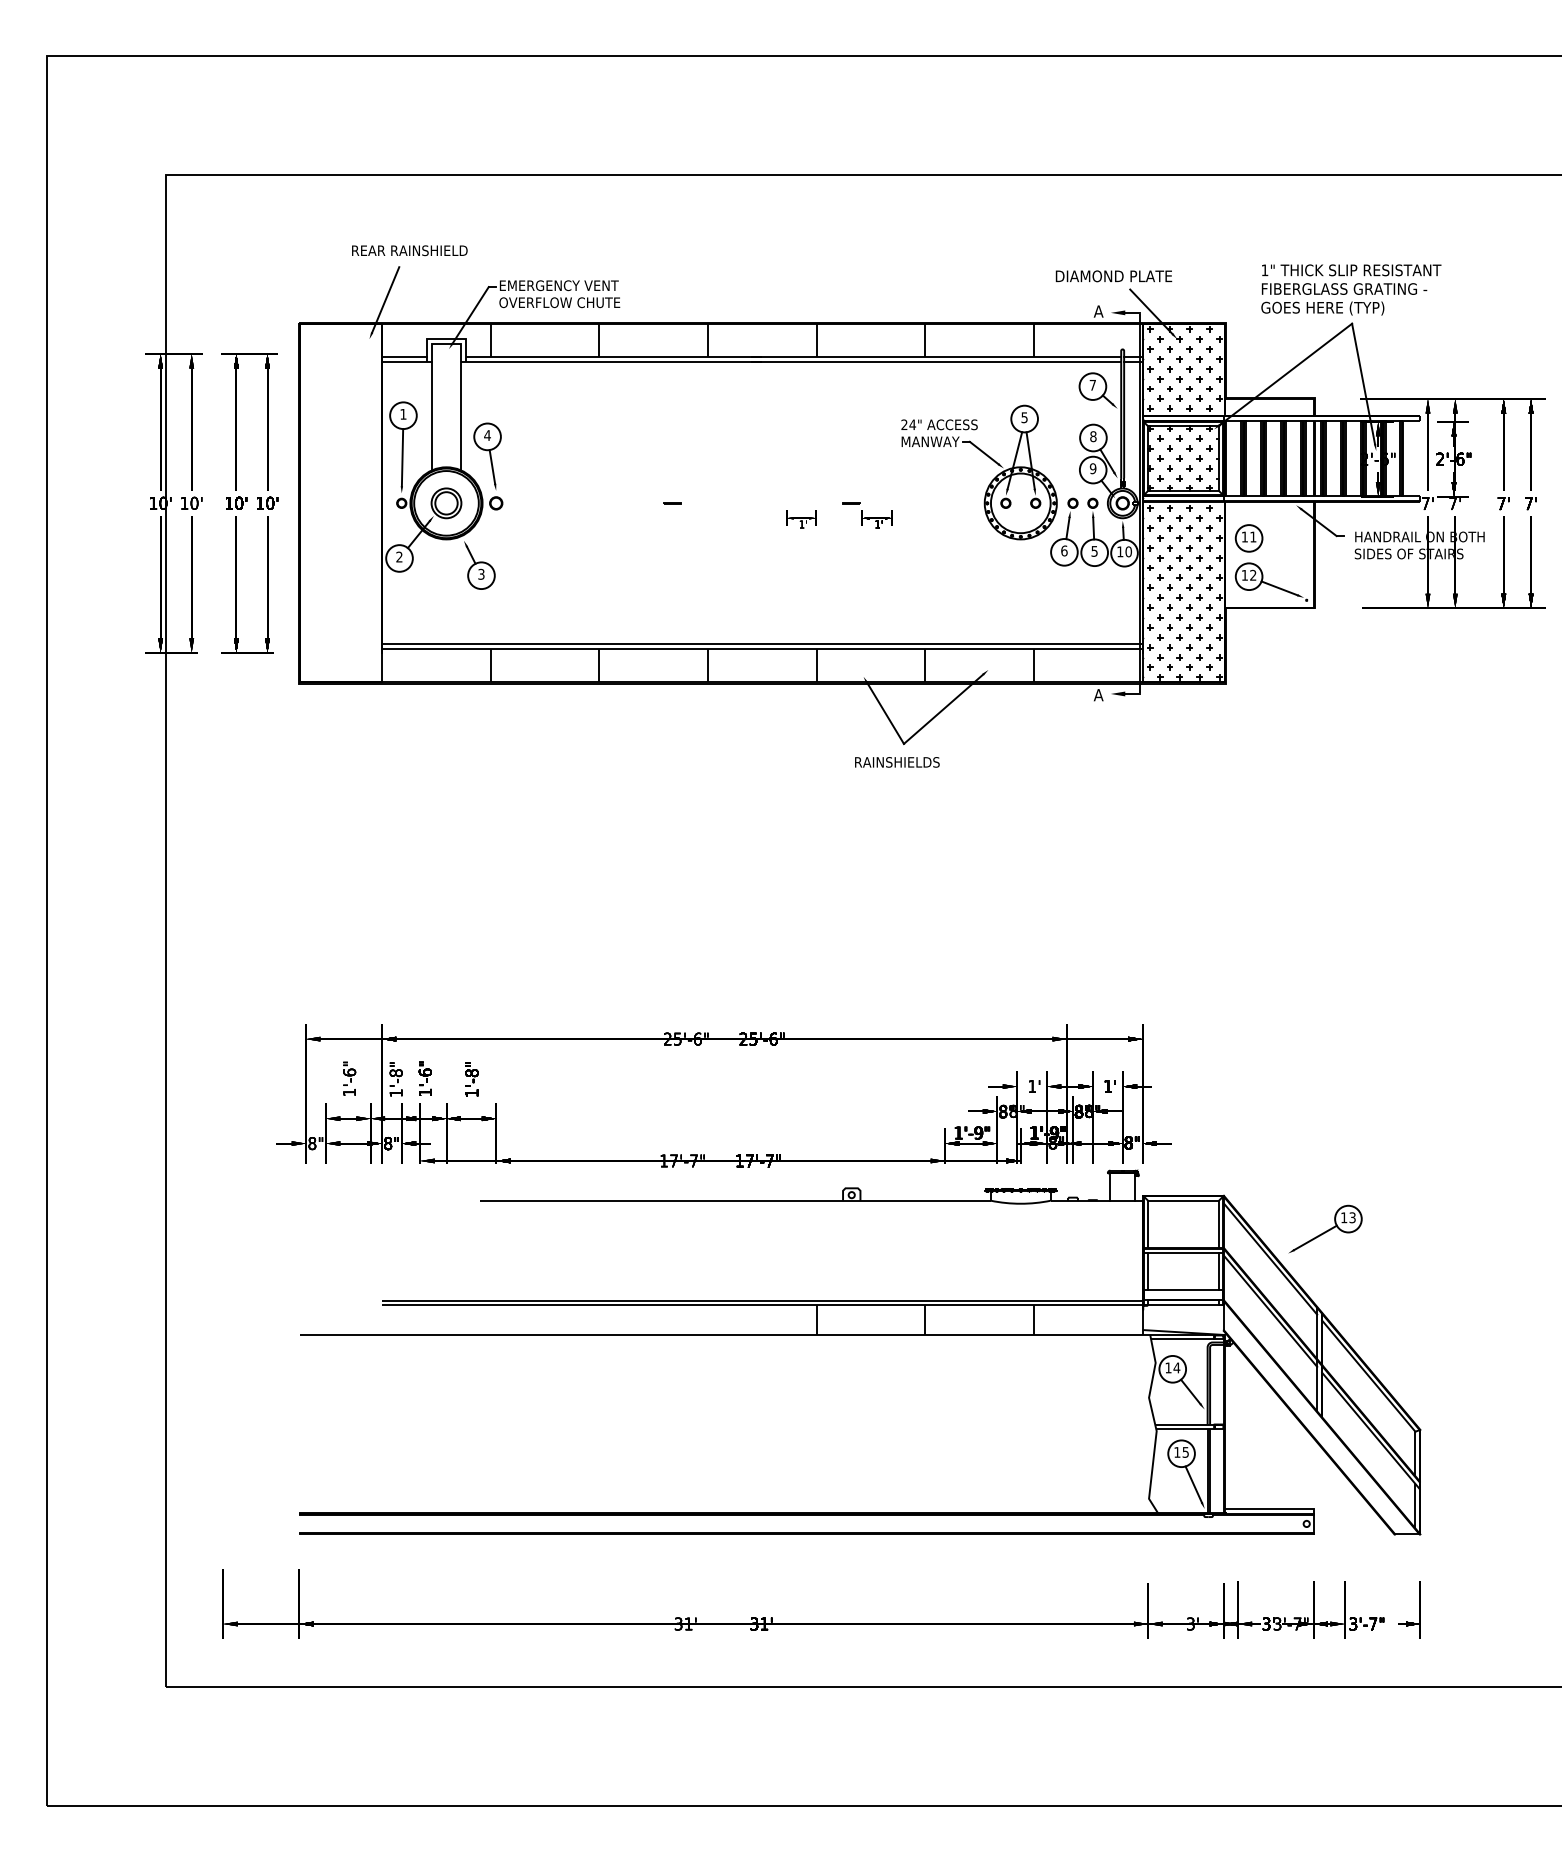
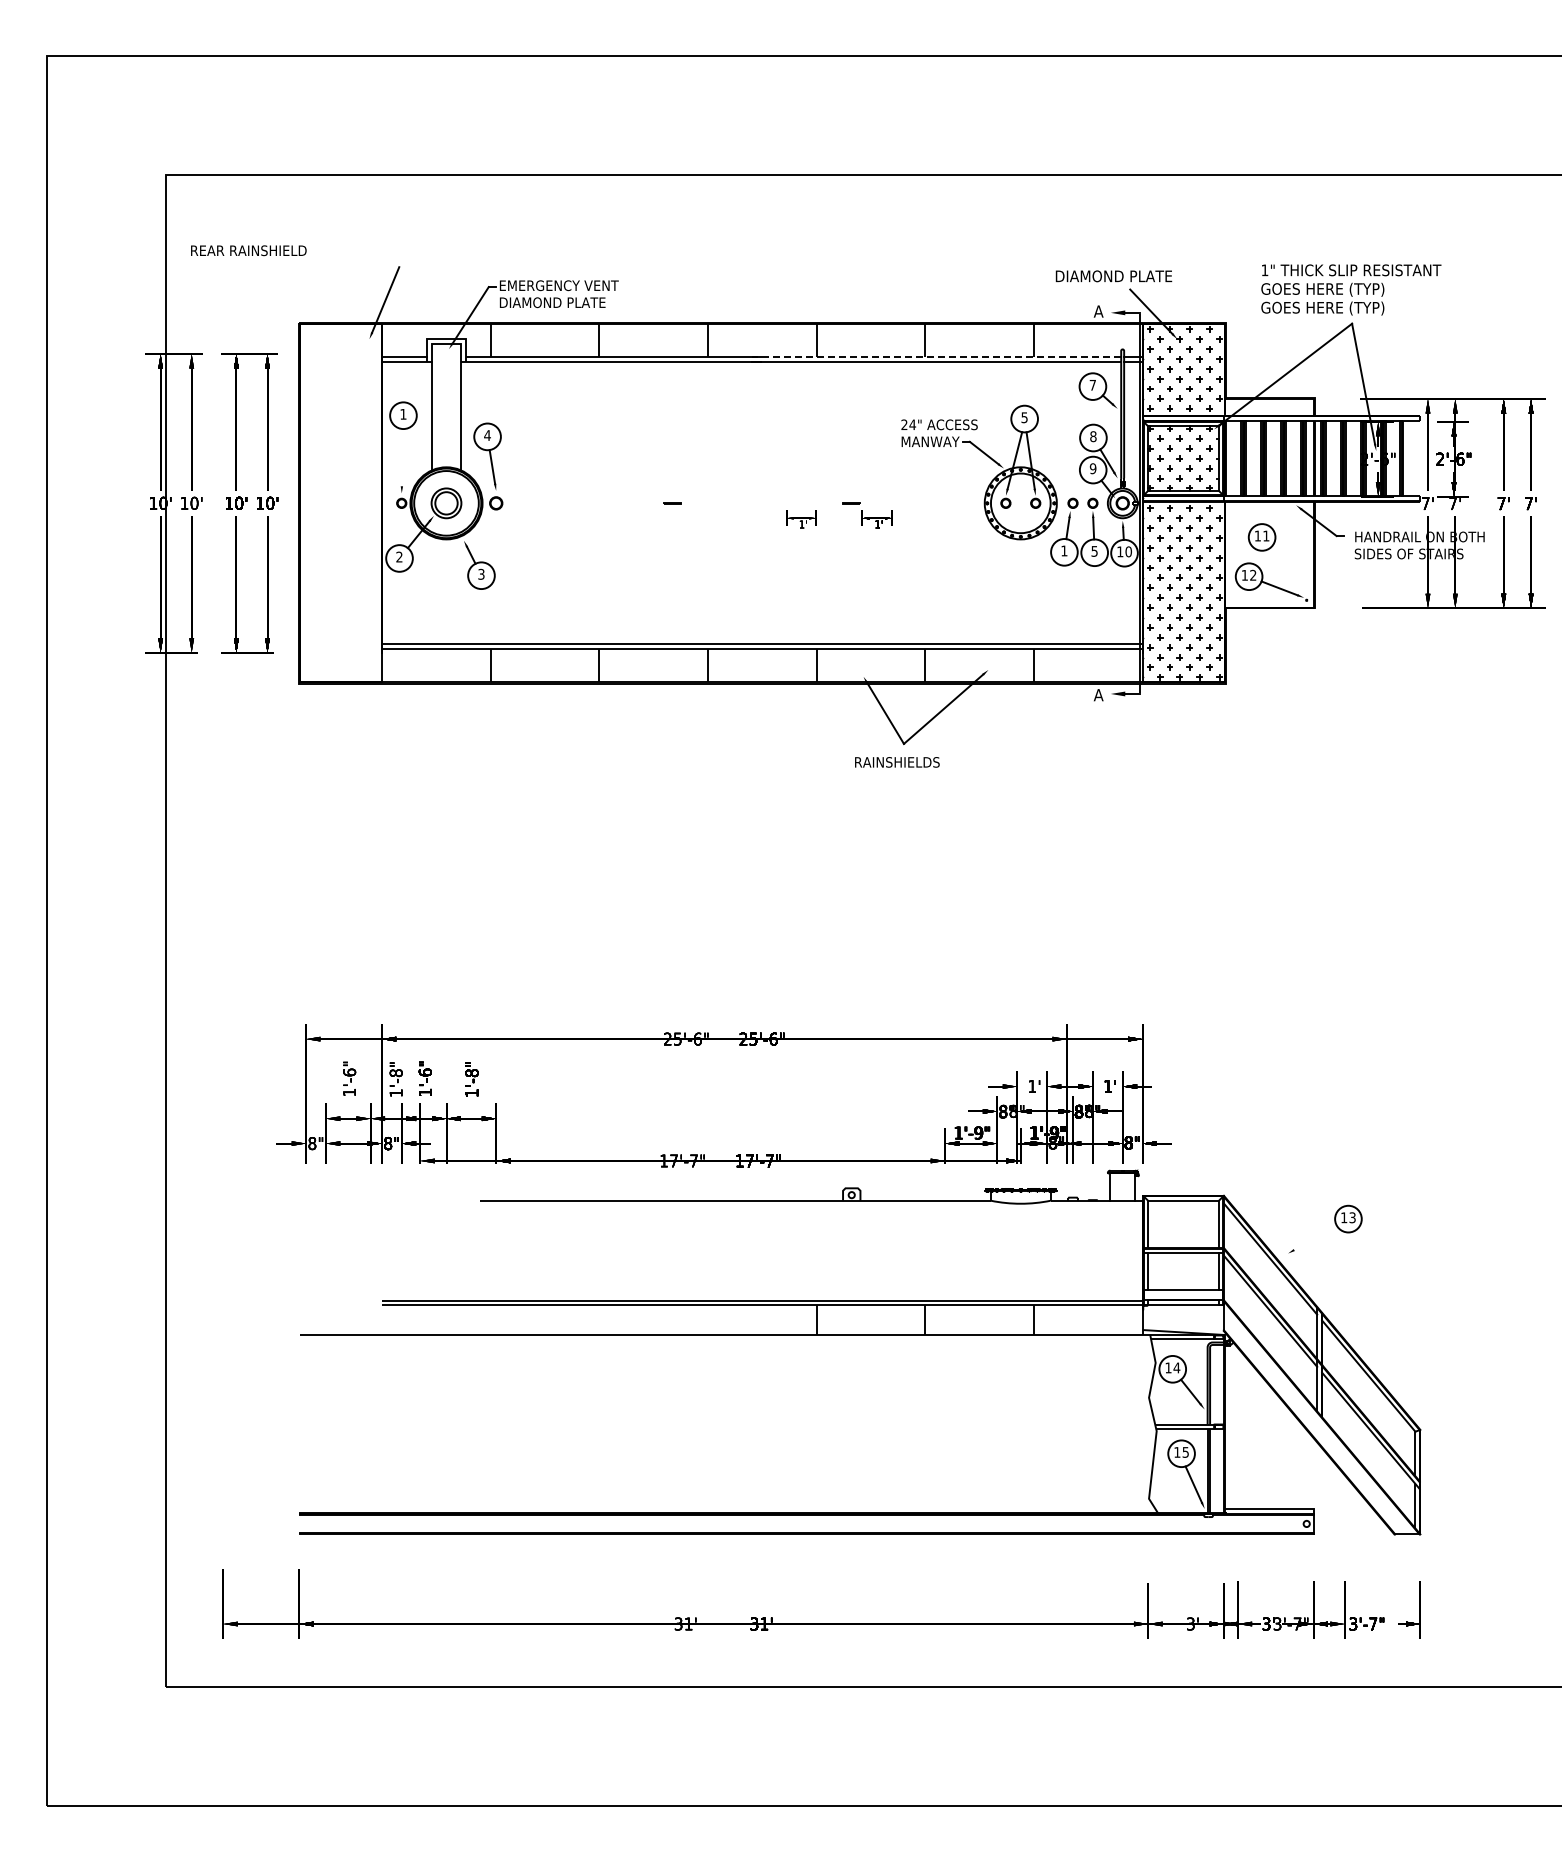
text at (409, 250) position: (409, 250) -> (248, 250)
text at (1344, 289): FIBERGLASS GRATING - -> GOES HERE (TYP)
text at (559, 302): OVERFLOW CHUTE -> DIAMOND PLATE
line at (936, 357): solid -> dashed
line at (402, 457): present -> none
part at (1248, 538) position: (1248, 538) -> (1261, 537)
text at (1064, 550): 6 -> 1
line at (1315, 1237): present -> none
